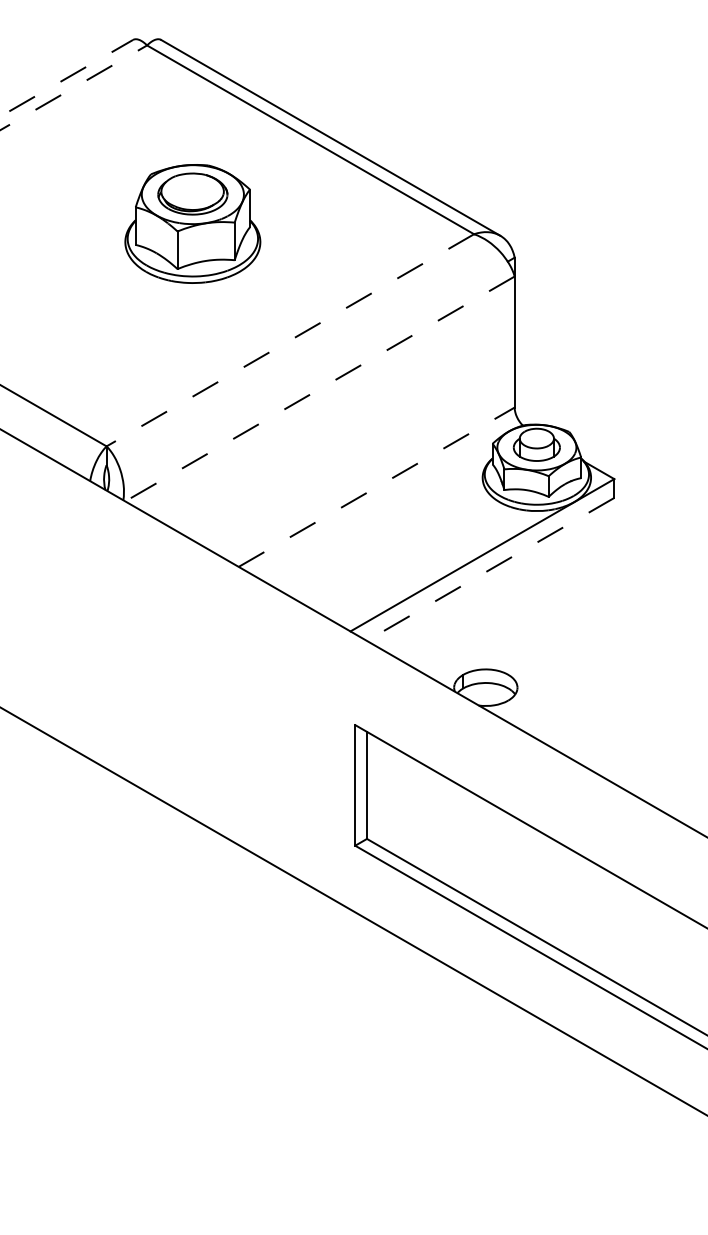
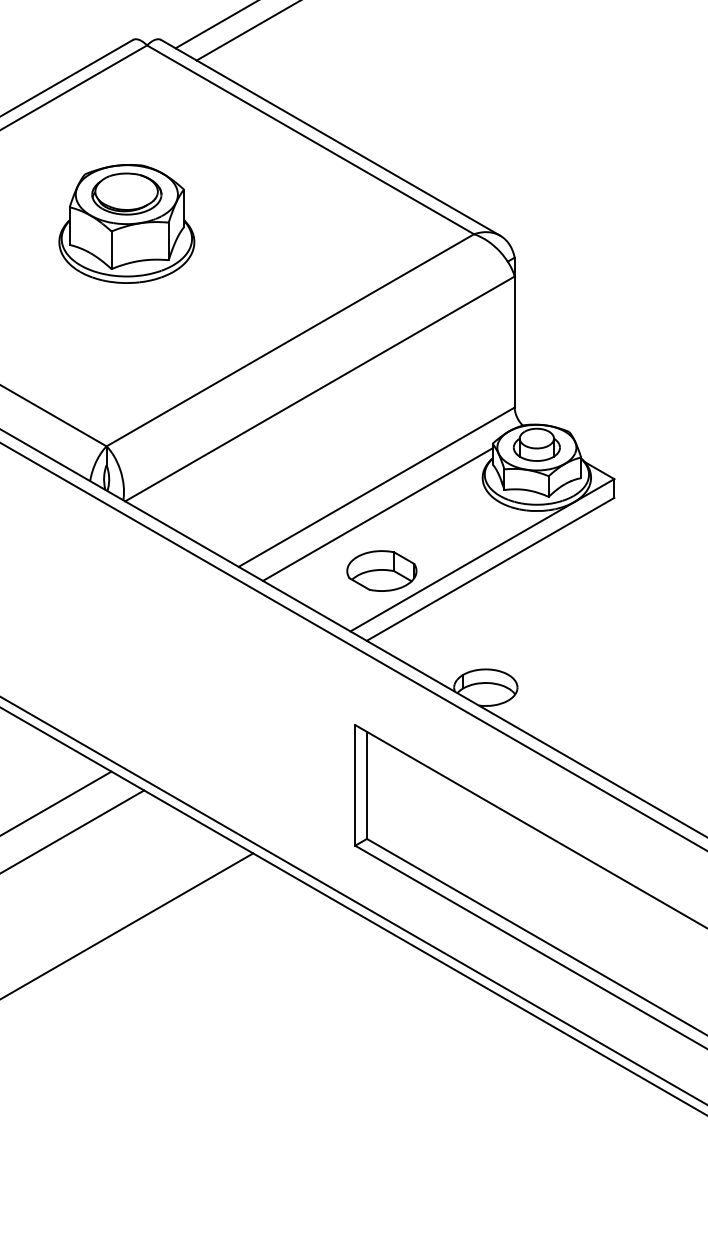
line at (215, 25): none -> present
line at (246, 31): none -> present
line at (67, 77): dashed -> solid
line at (73, 87): dashed -> solid
part at (192, 223) position: (192, 223) -> (126, 223)
line at (289, 340): dashed -> solid
line at (319, 388): dashed -> solid
line at (377, 486): dashed -> solid
line at (377, 514): none -> present
line at (490, 569): dashed -> solid
part at (381, 570): none -> present
line at (353, 646): none -> present
line at (56, 802): none -> present
line at (73, 831): none -> present
line at (353, 900): none -> present
line at (127, 925): none -> present
